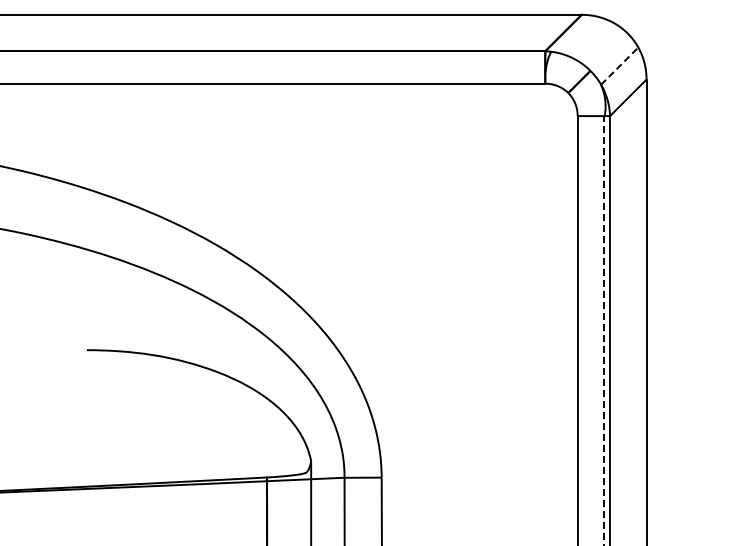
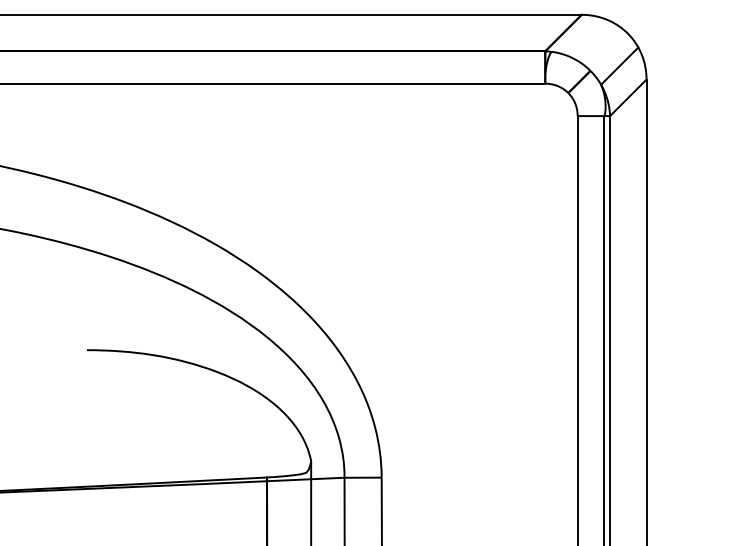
line at (620, 65): dashed -> solid
line at (604, 331): dashed -> solid
